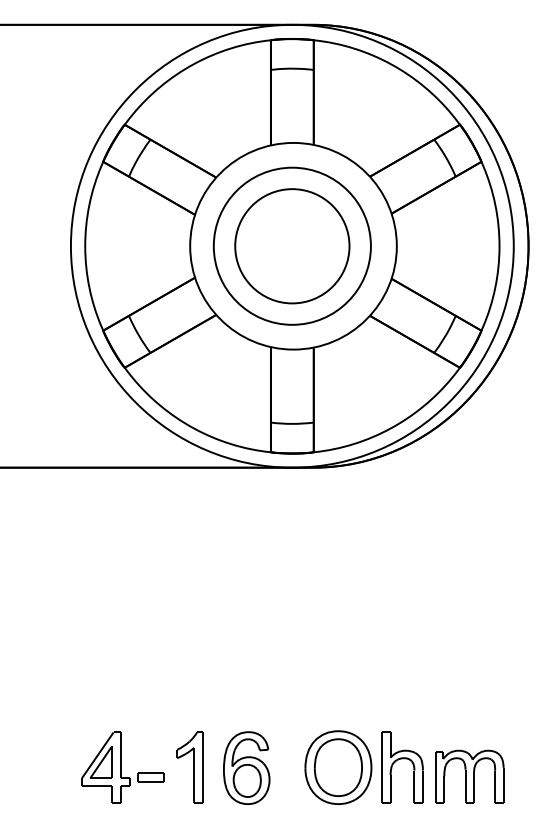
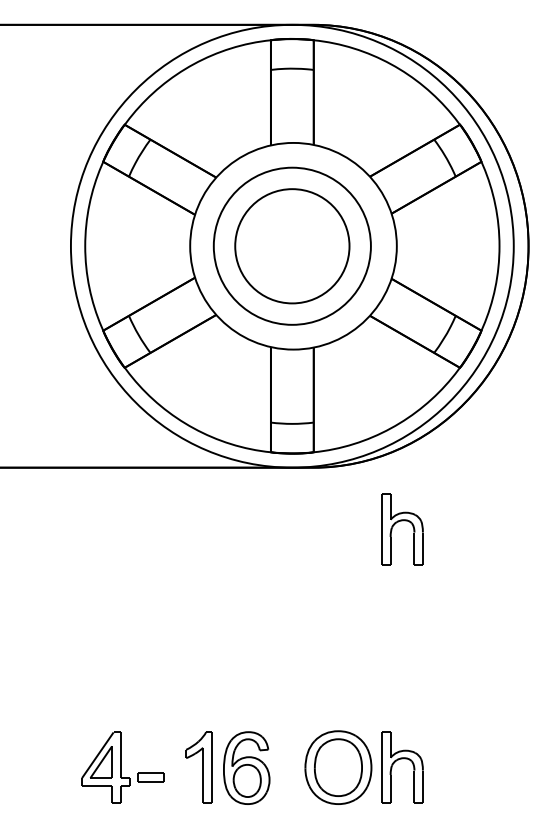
part at (402, 521): none -> present
part at (189, 767) position: (189, 767) -> (198, 767)
part at (469, 776): present -> none
